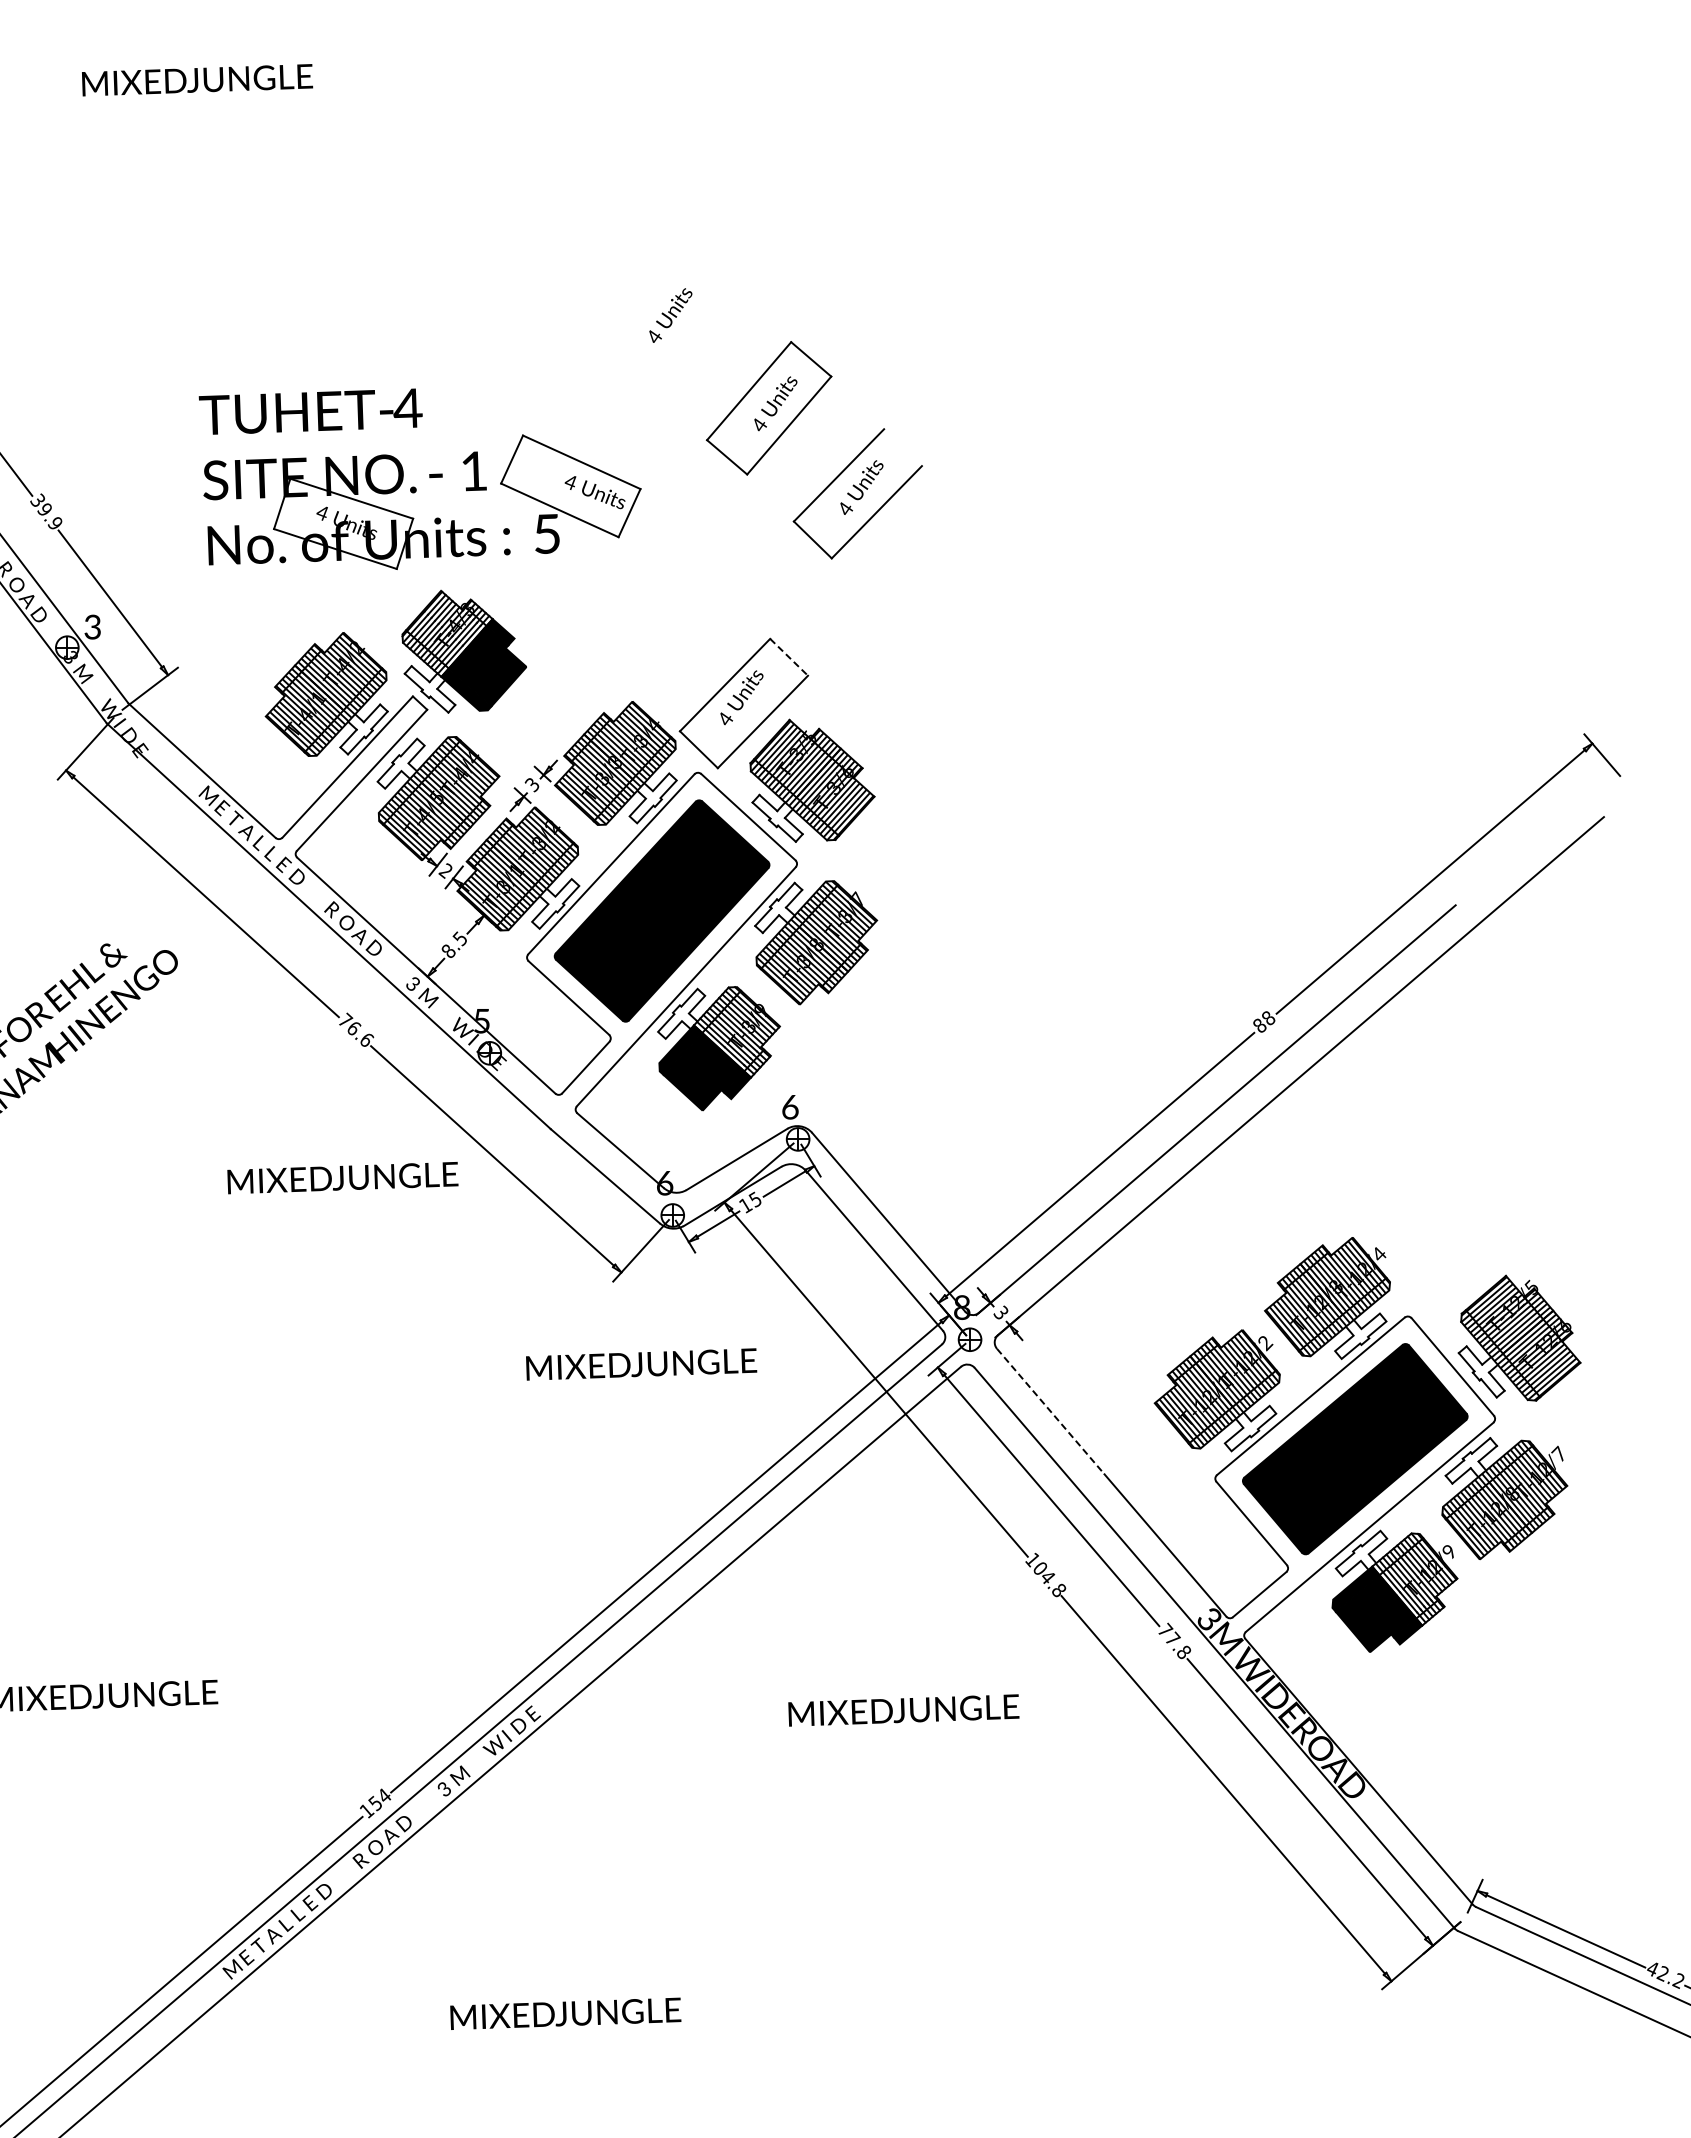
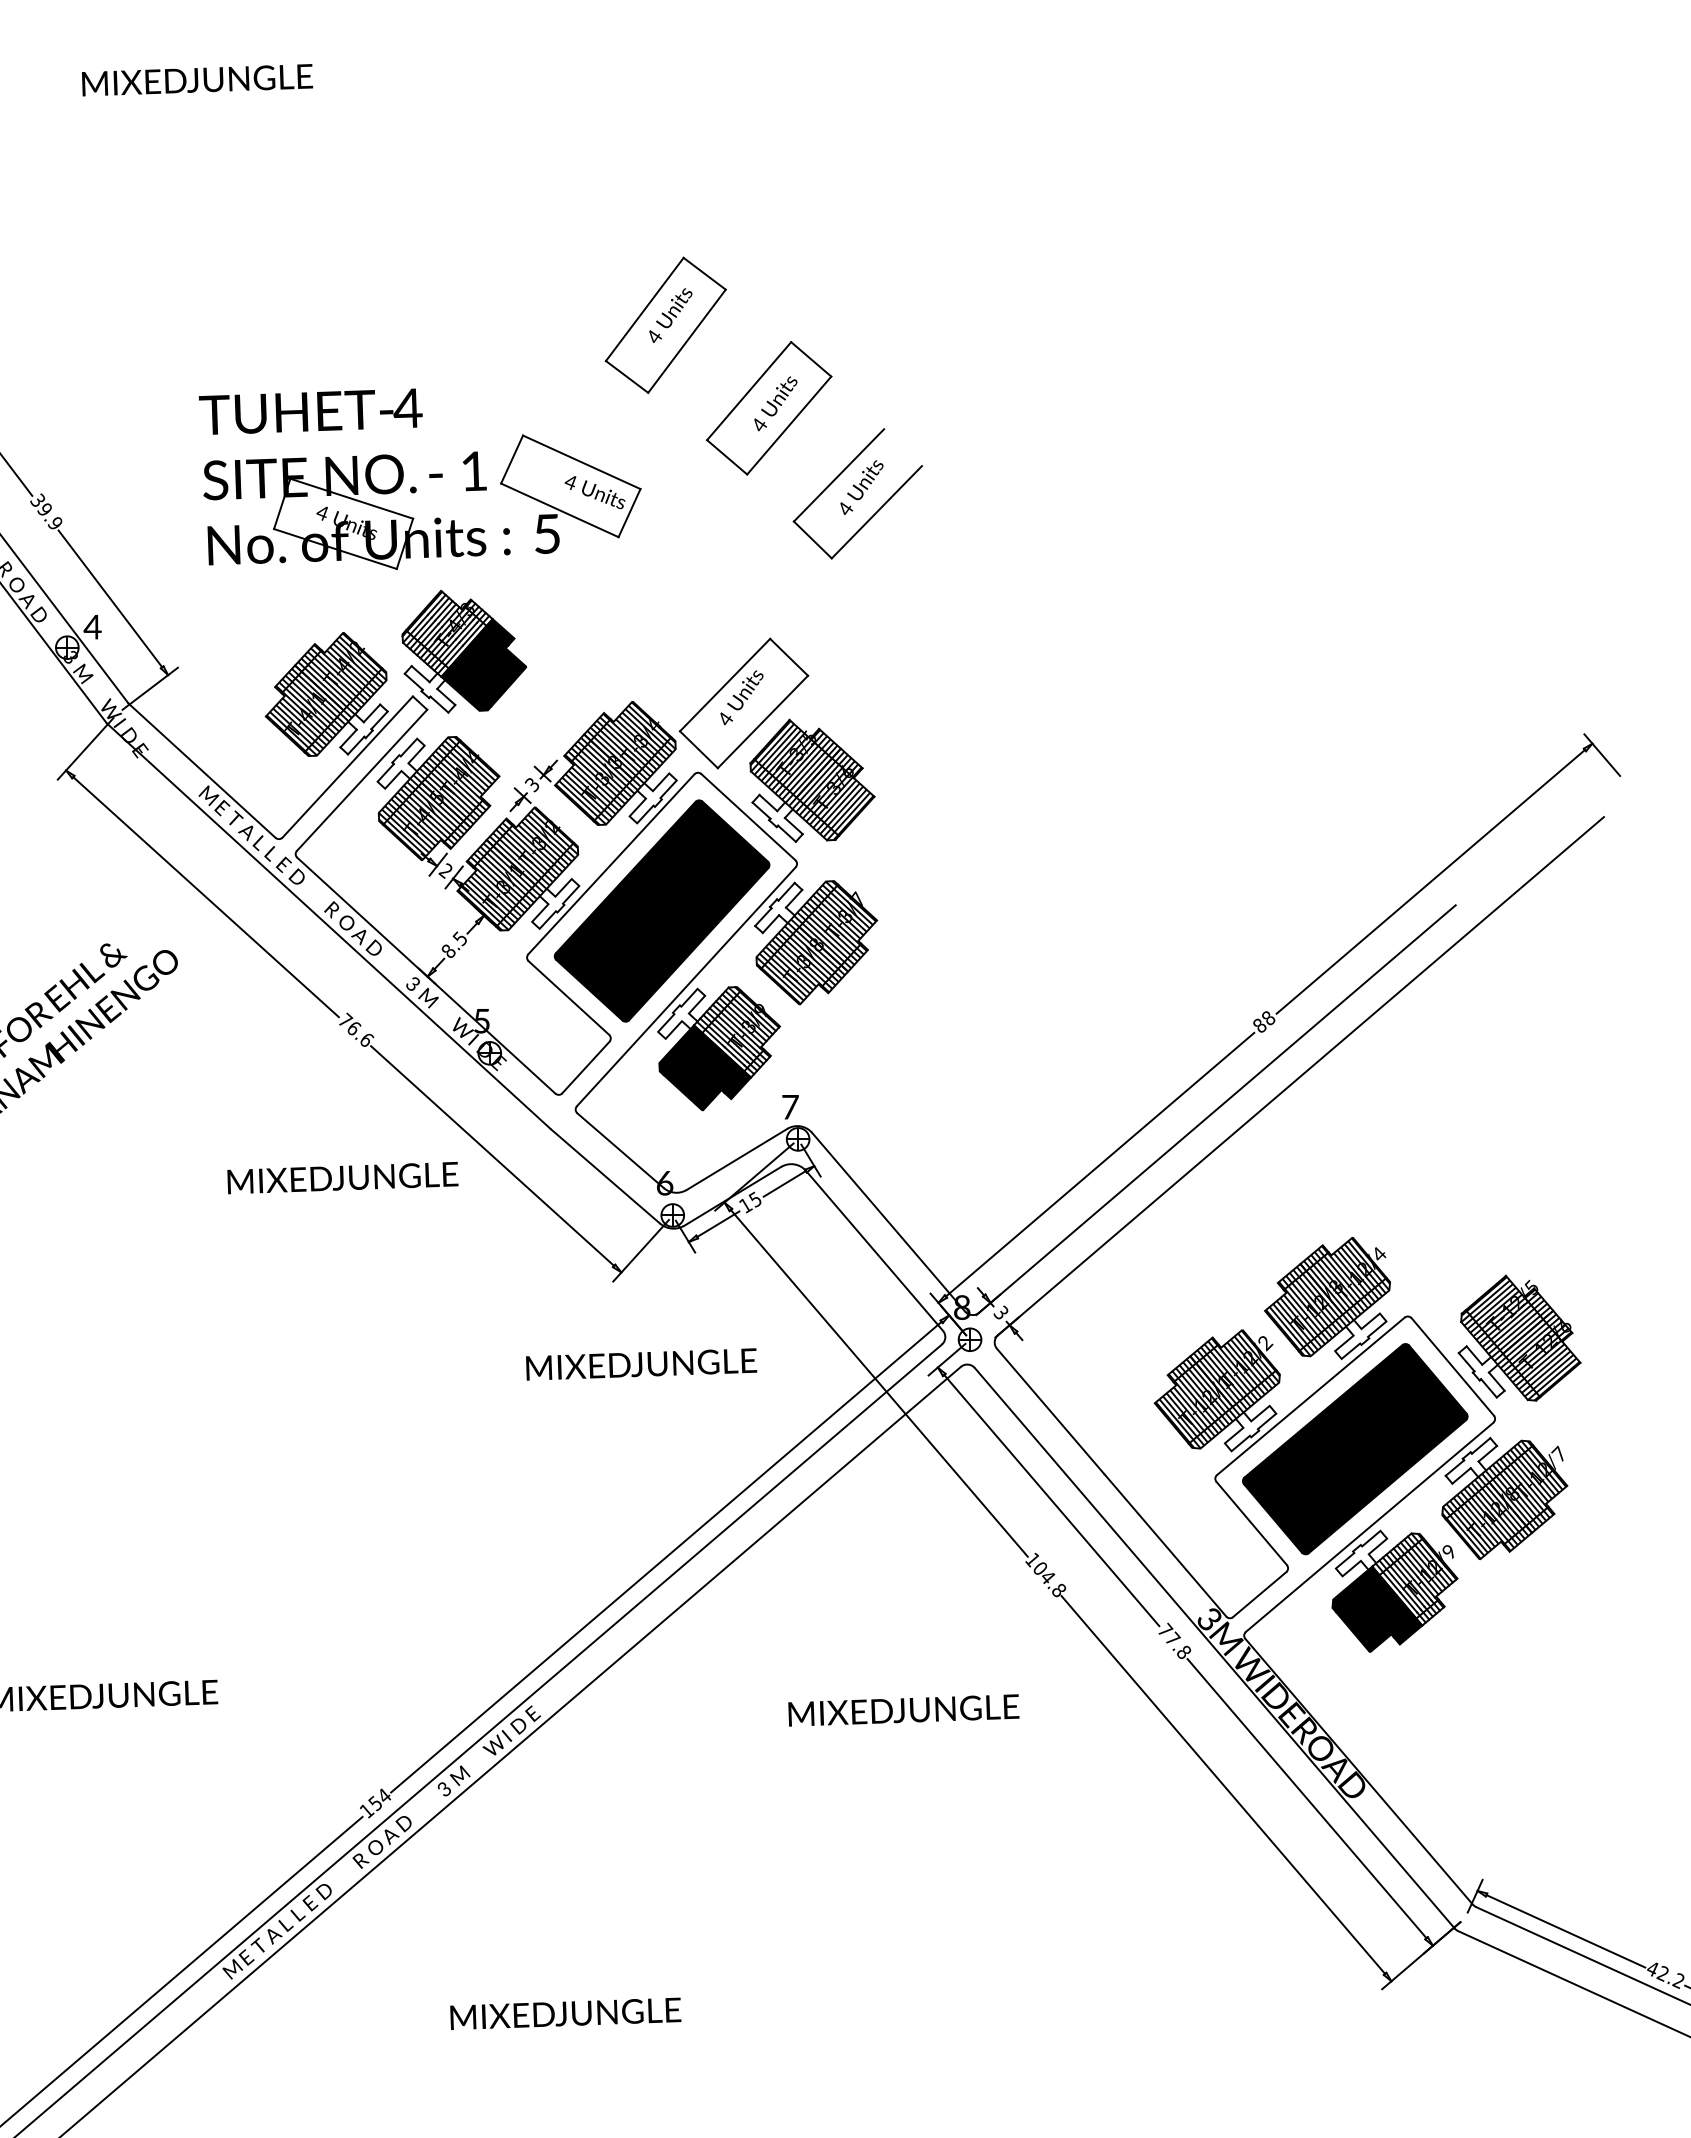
part at (665, 324): none -> present
text at (92, 626): 3 -> 4
line at (789, 657): dashed -> solid
text at (790, 1107): 6 -> 7
line at (1050, 1411): dashed -> solid
